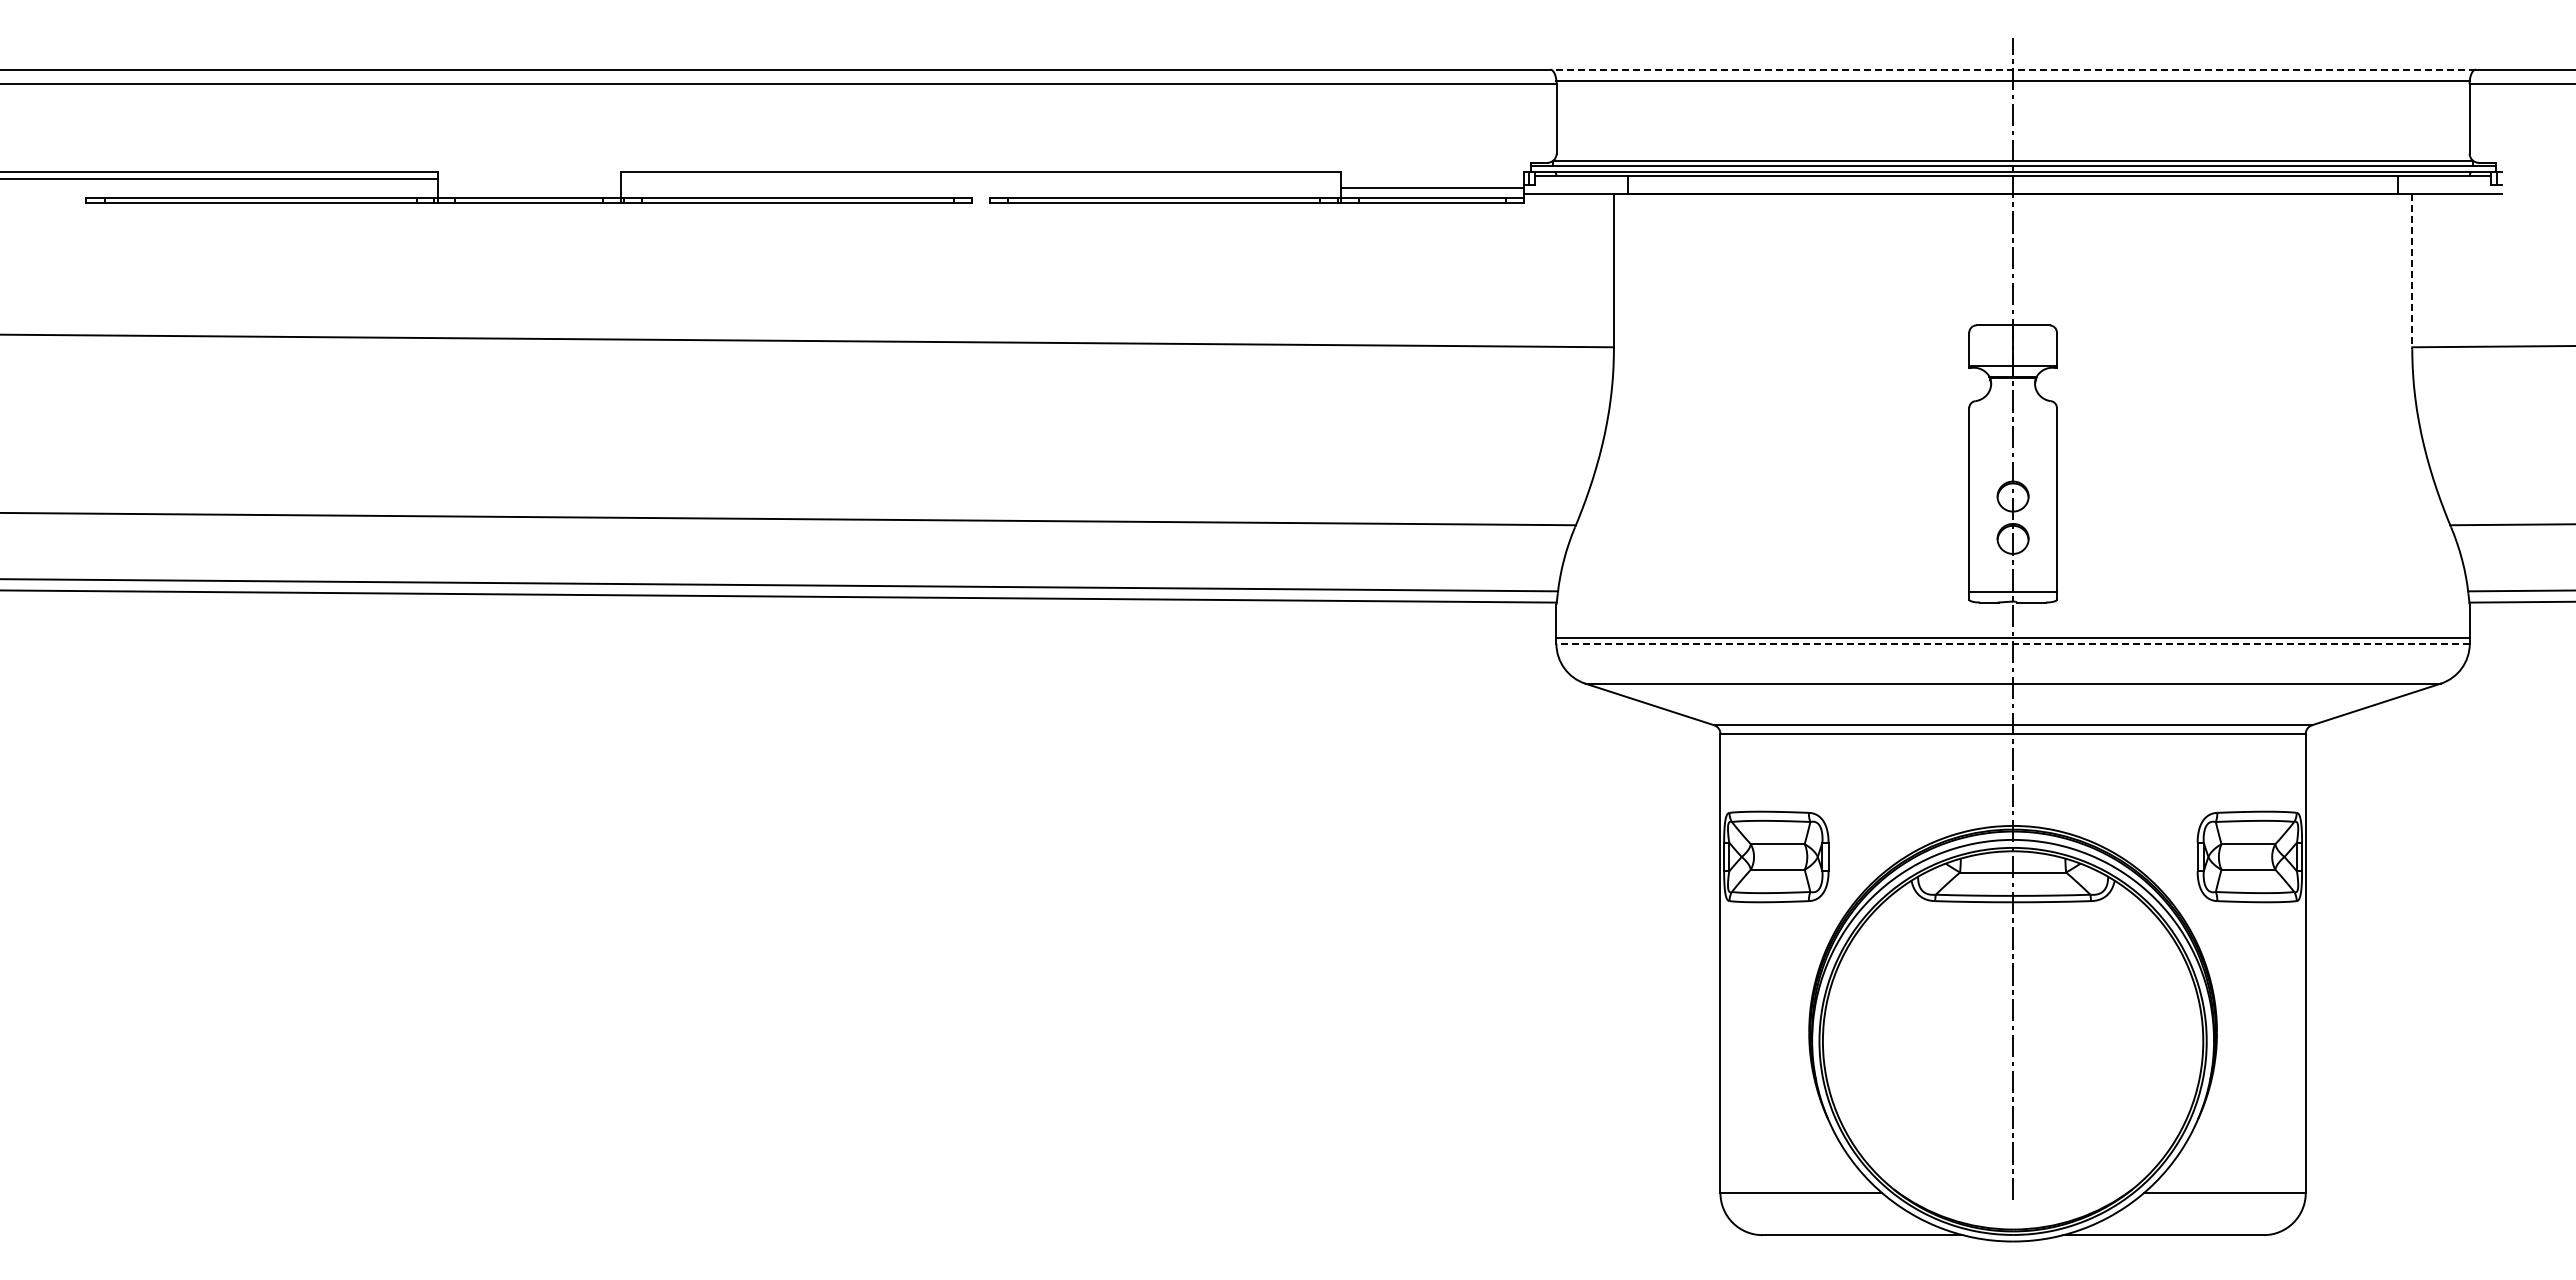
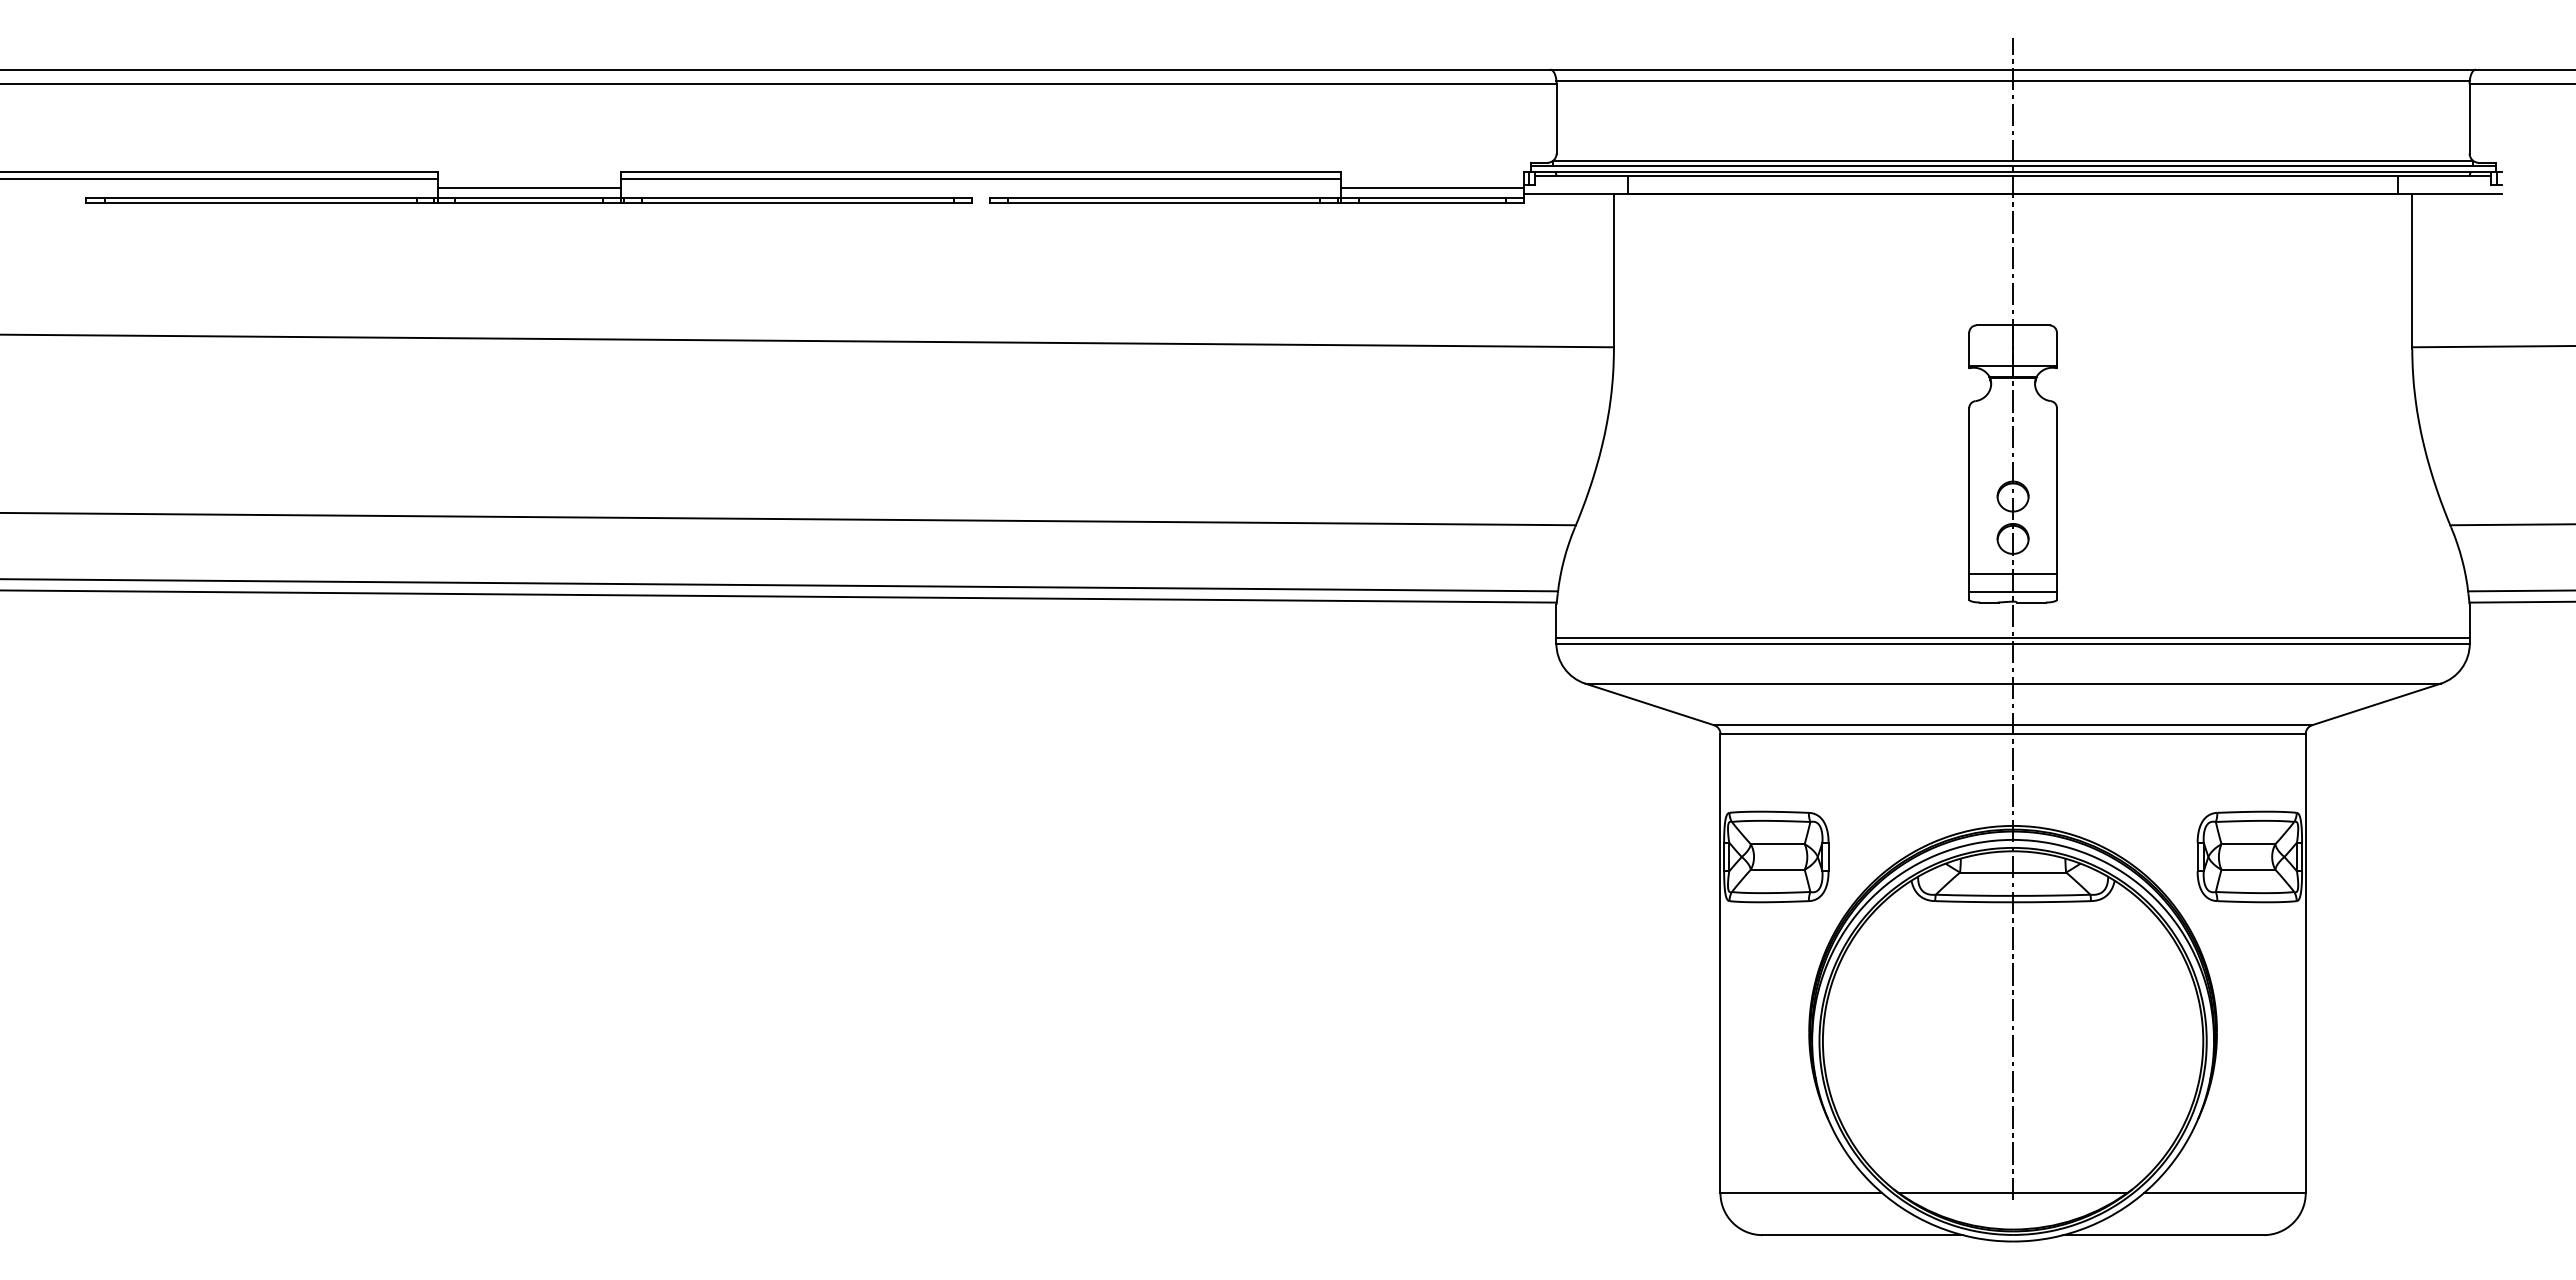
line at (2013, 69): dashed -> solid
line at (980, 179): none -> present
line at (528, 188): none -> present
line at (2412, 271): dashed -> solid
line at (2012, 574): none -> present
line at (2013, 643): dashed -> solid
line at (2012, 1193): none -> present
